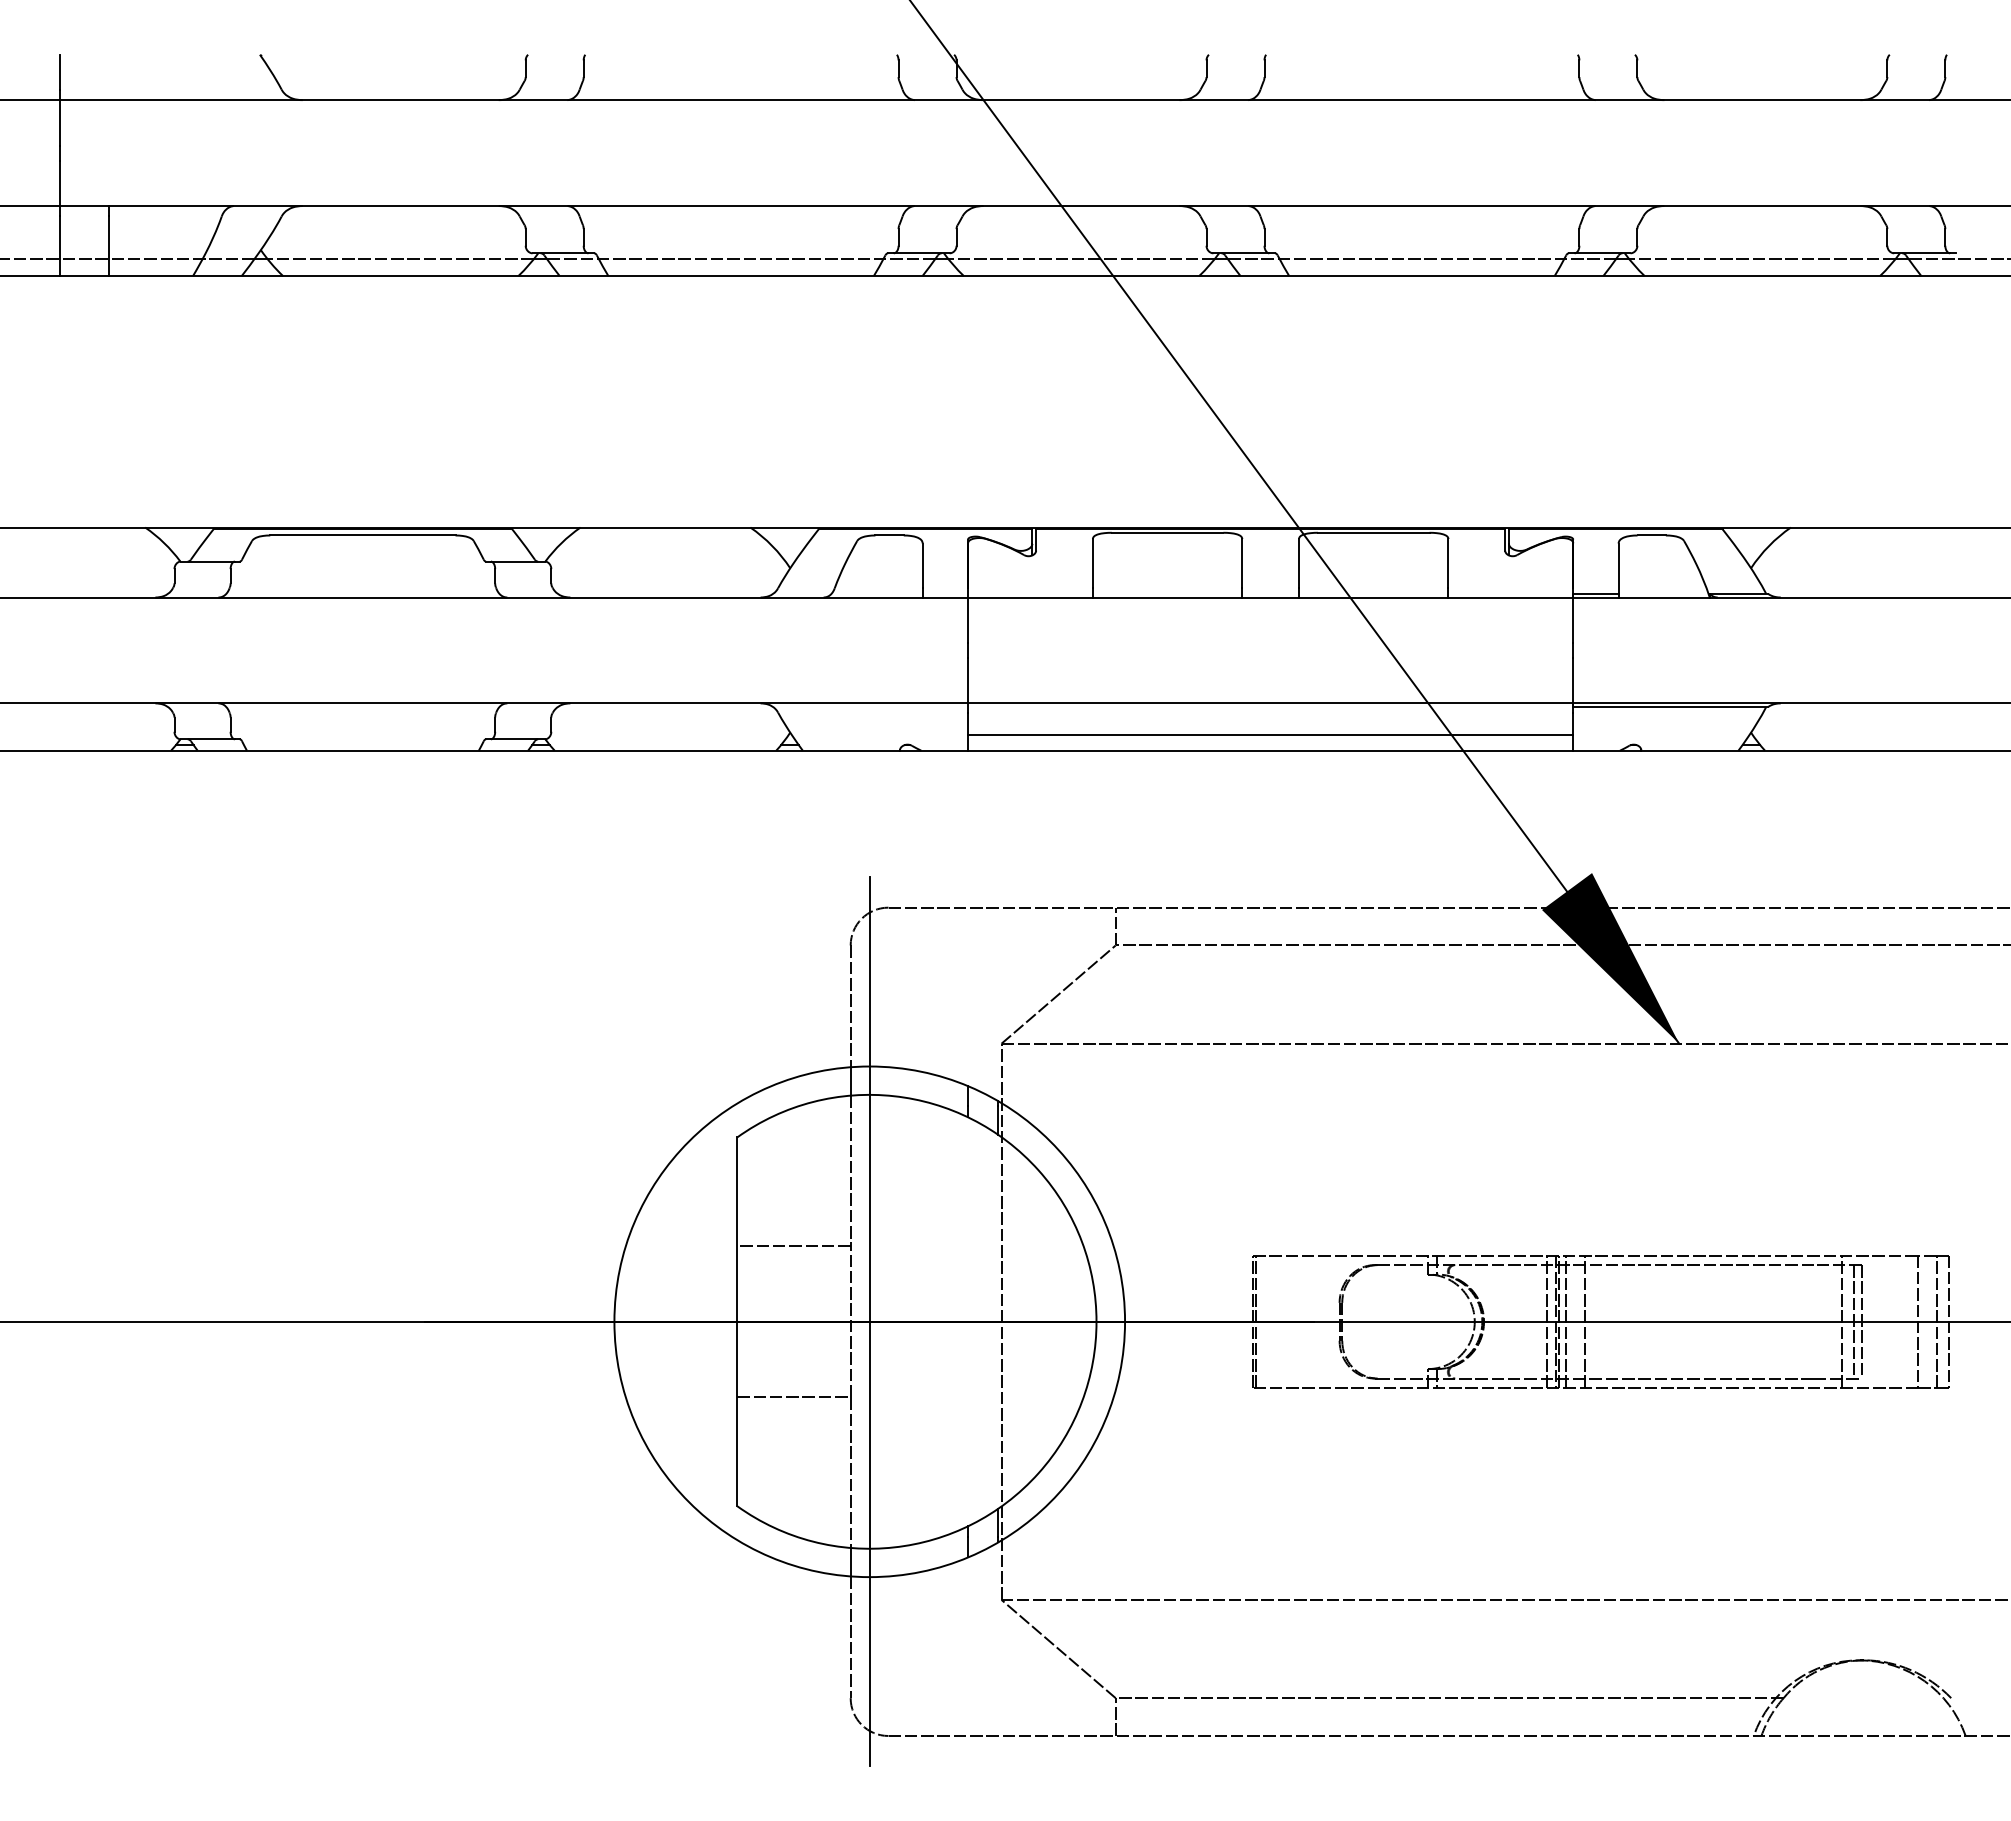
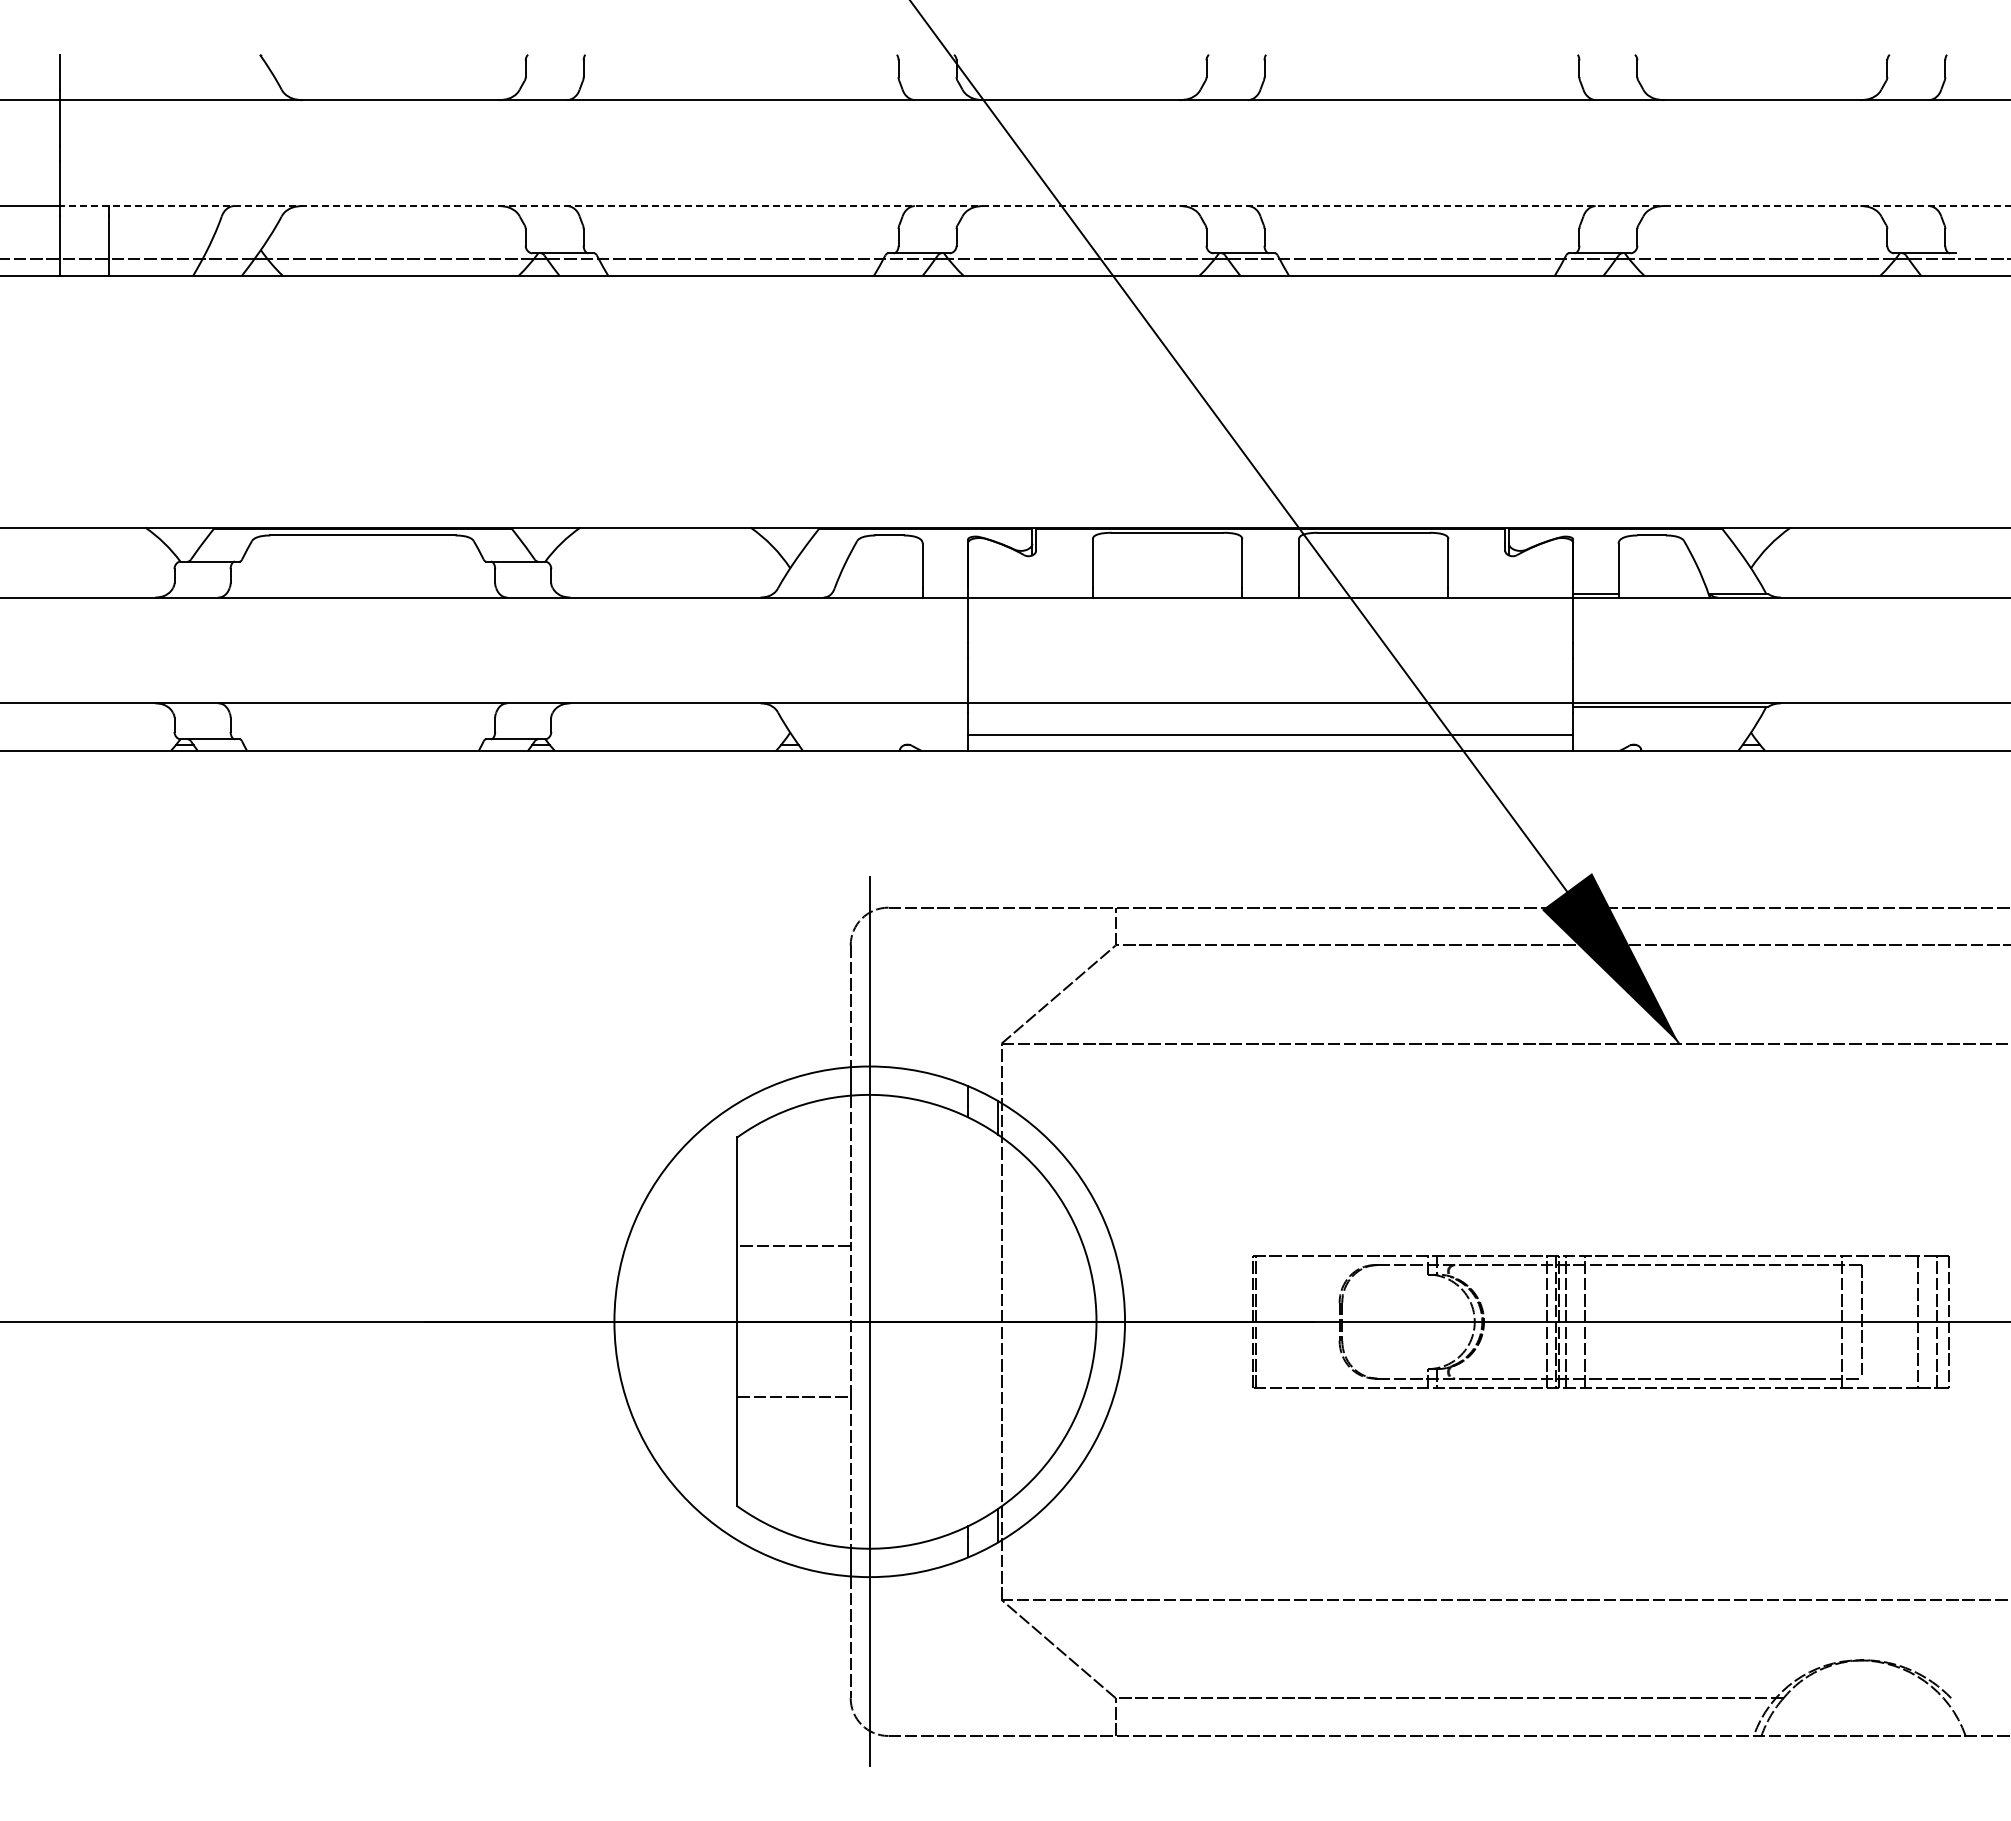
line at (1035, 206): solid -> dashed
line at (1854, 1321): present -> none
